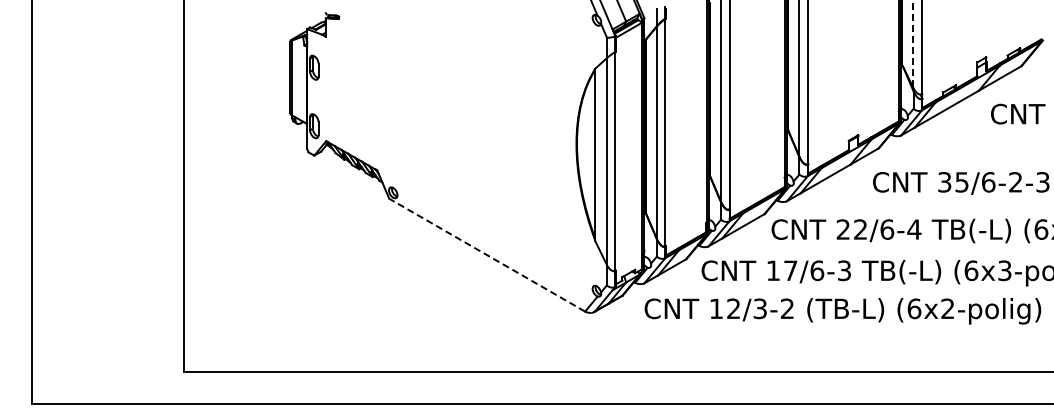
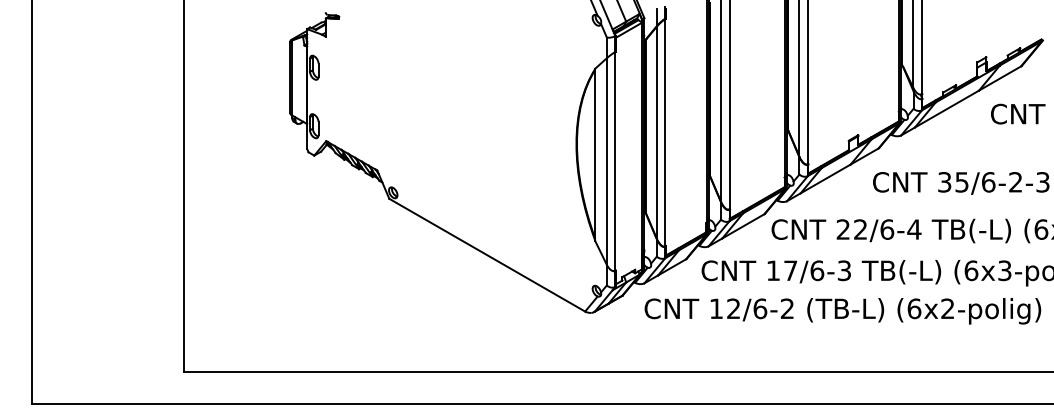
line at (913, 44): dashed -> solid
line at (486, 254): dashed -> solid
text at (760, 308): 12/3-2 -> 12/6-2
